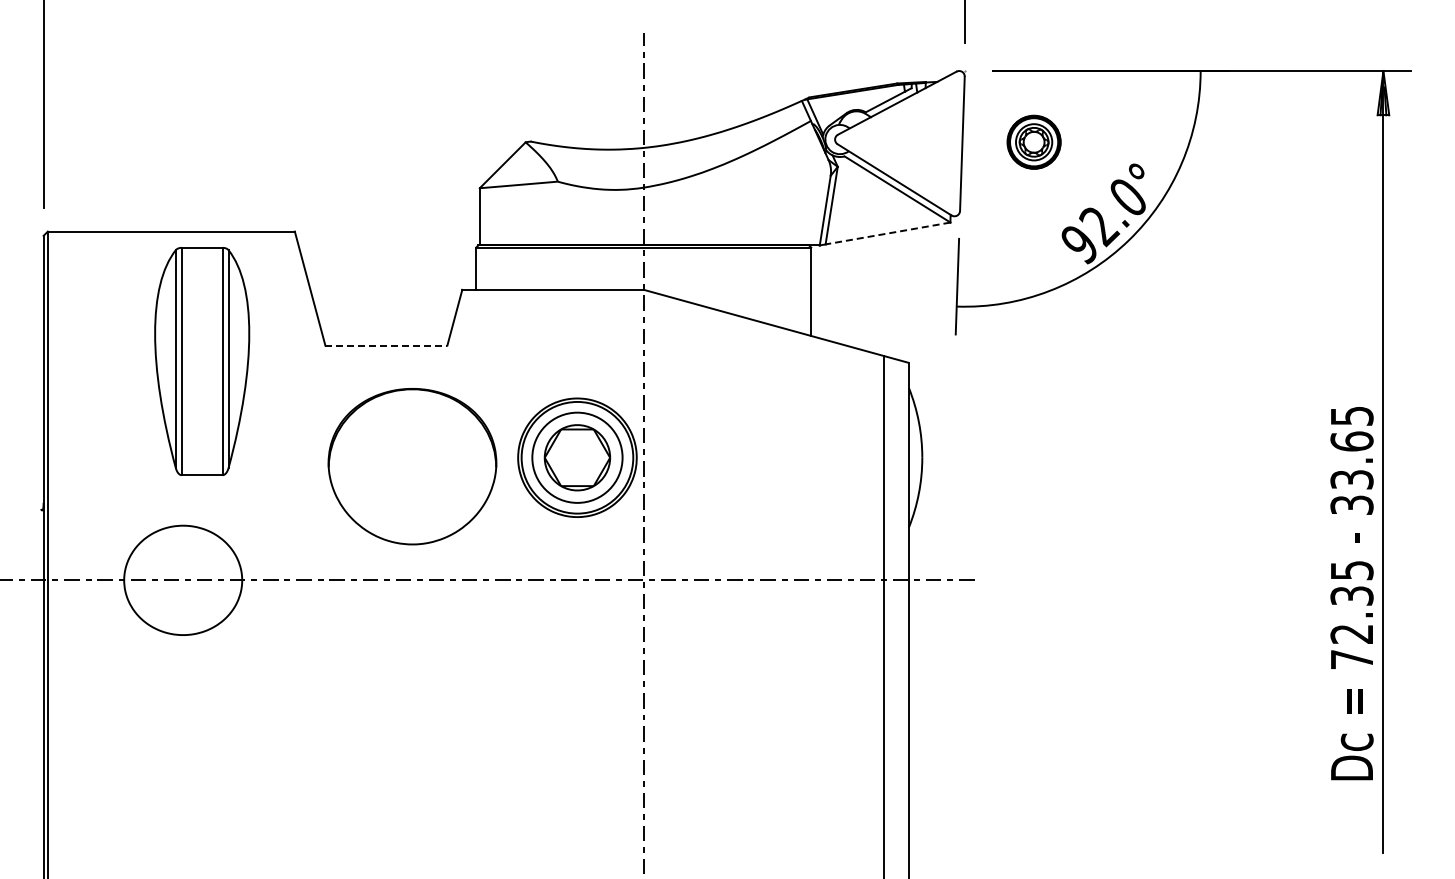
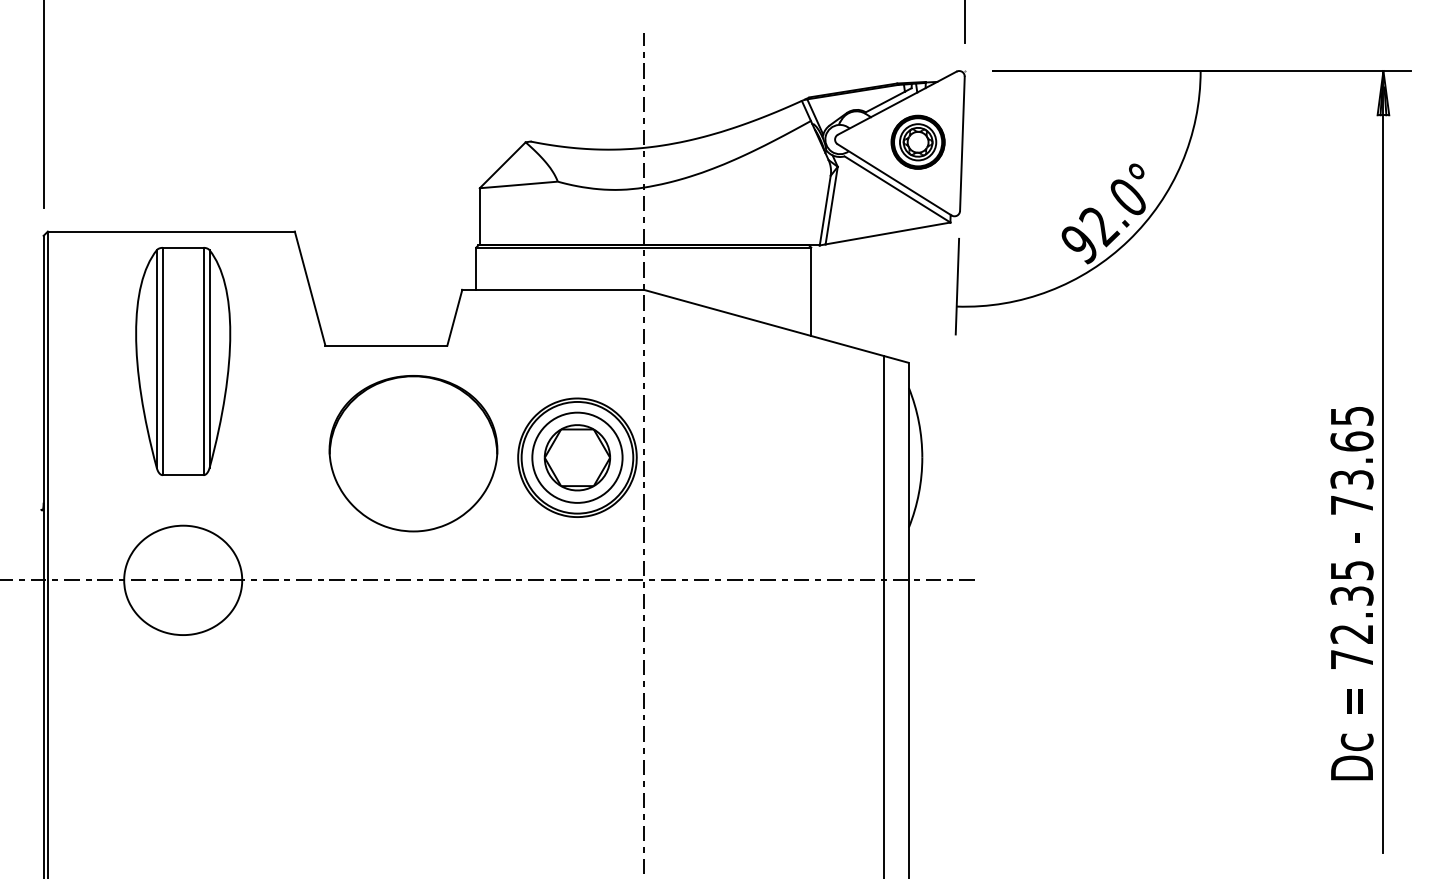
part at (1033, 141) position: (1033, 141) -> (917, 141)
line at (887, 233): dashed -> solid
line at (386, 345): dashed -> solid
part at (202, 361) position: (202, 361) -> (183, 361)
part at (412, 466) position: (412, 466) -> (413, 453)
text at (1351, 504): 33.65 -> 73.65
